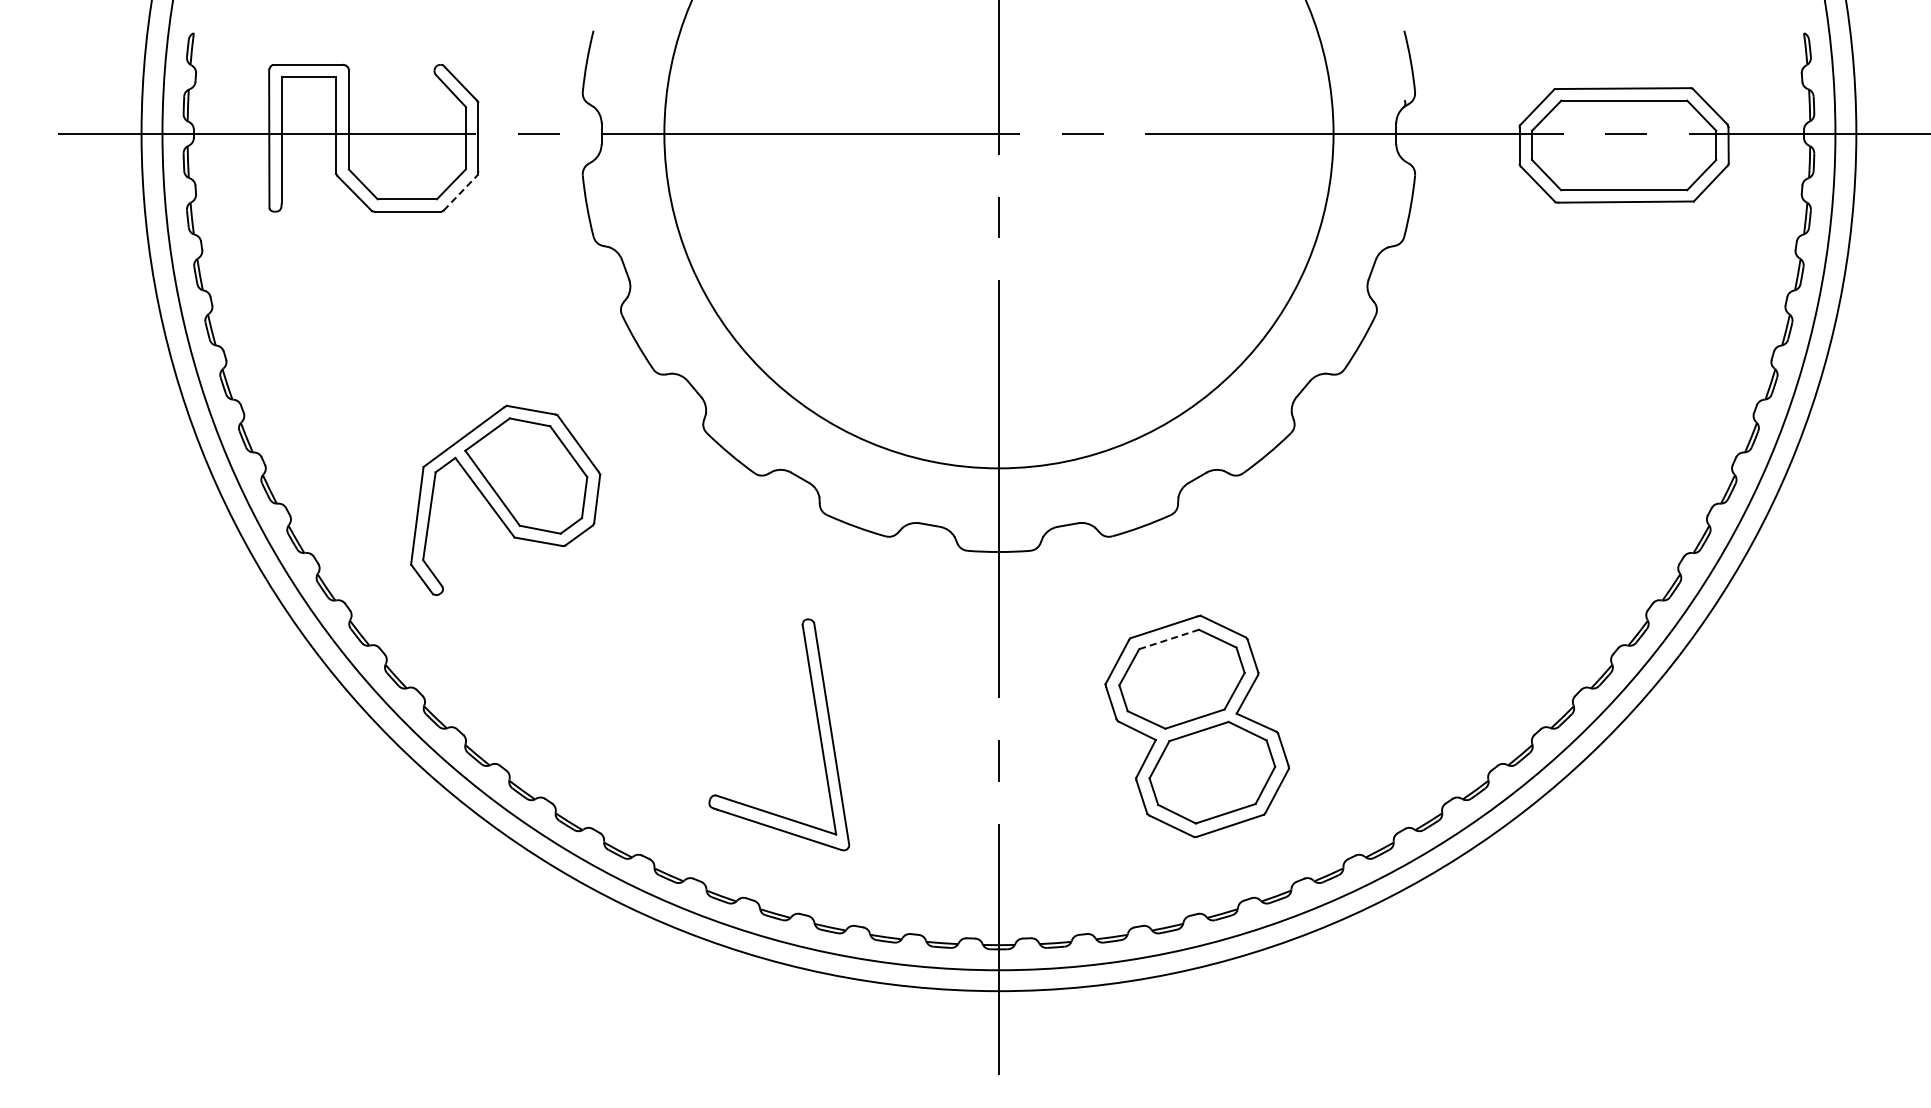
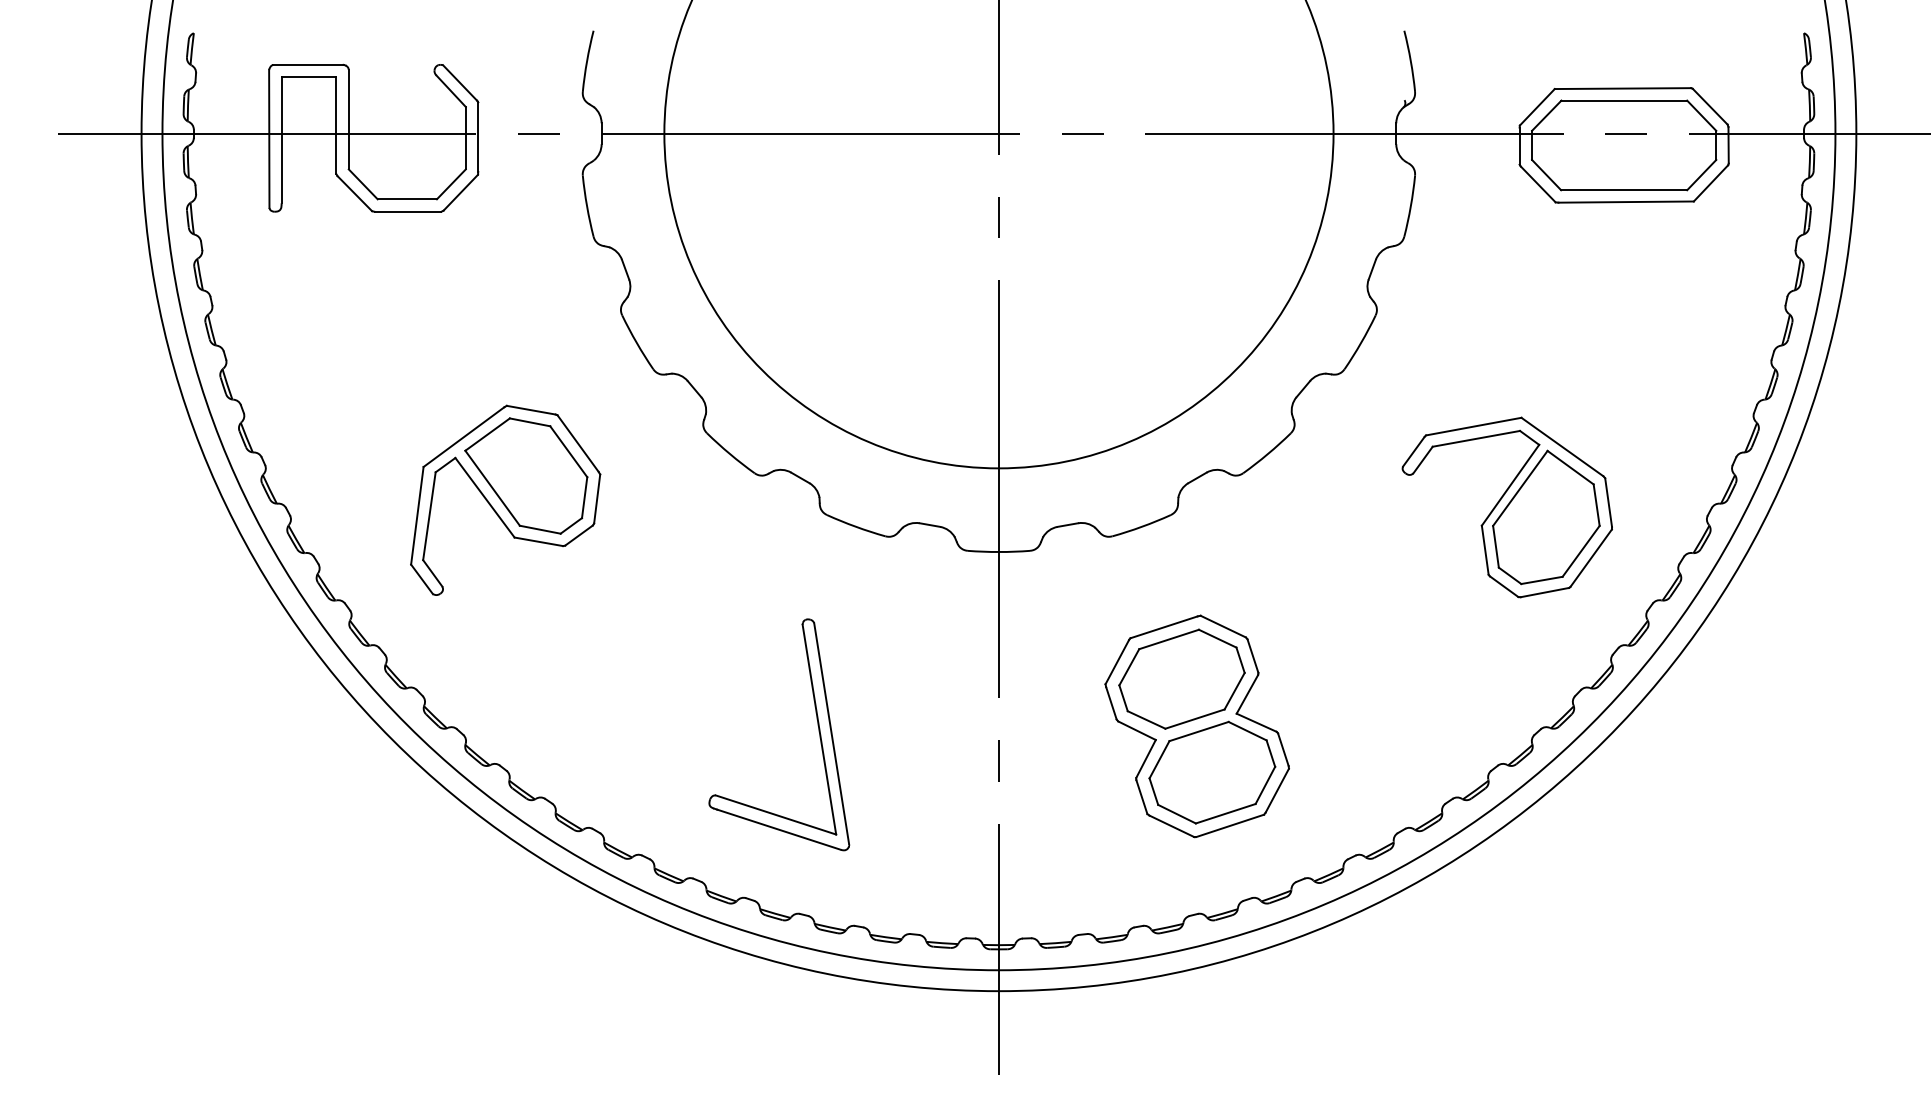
line at (460, 192): dashed -> solid
part at (1506, 507): none -> present
line at (1169, 639): dashed -> solid
